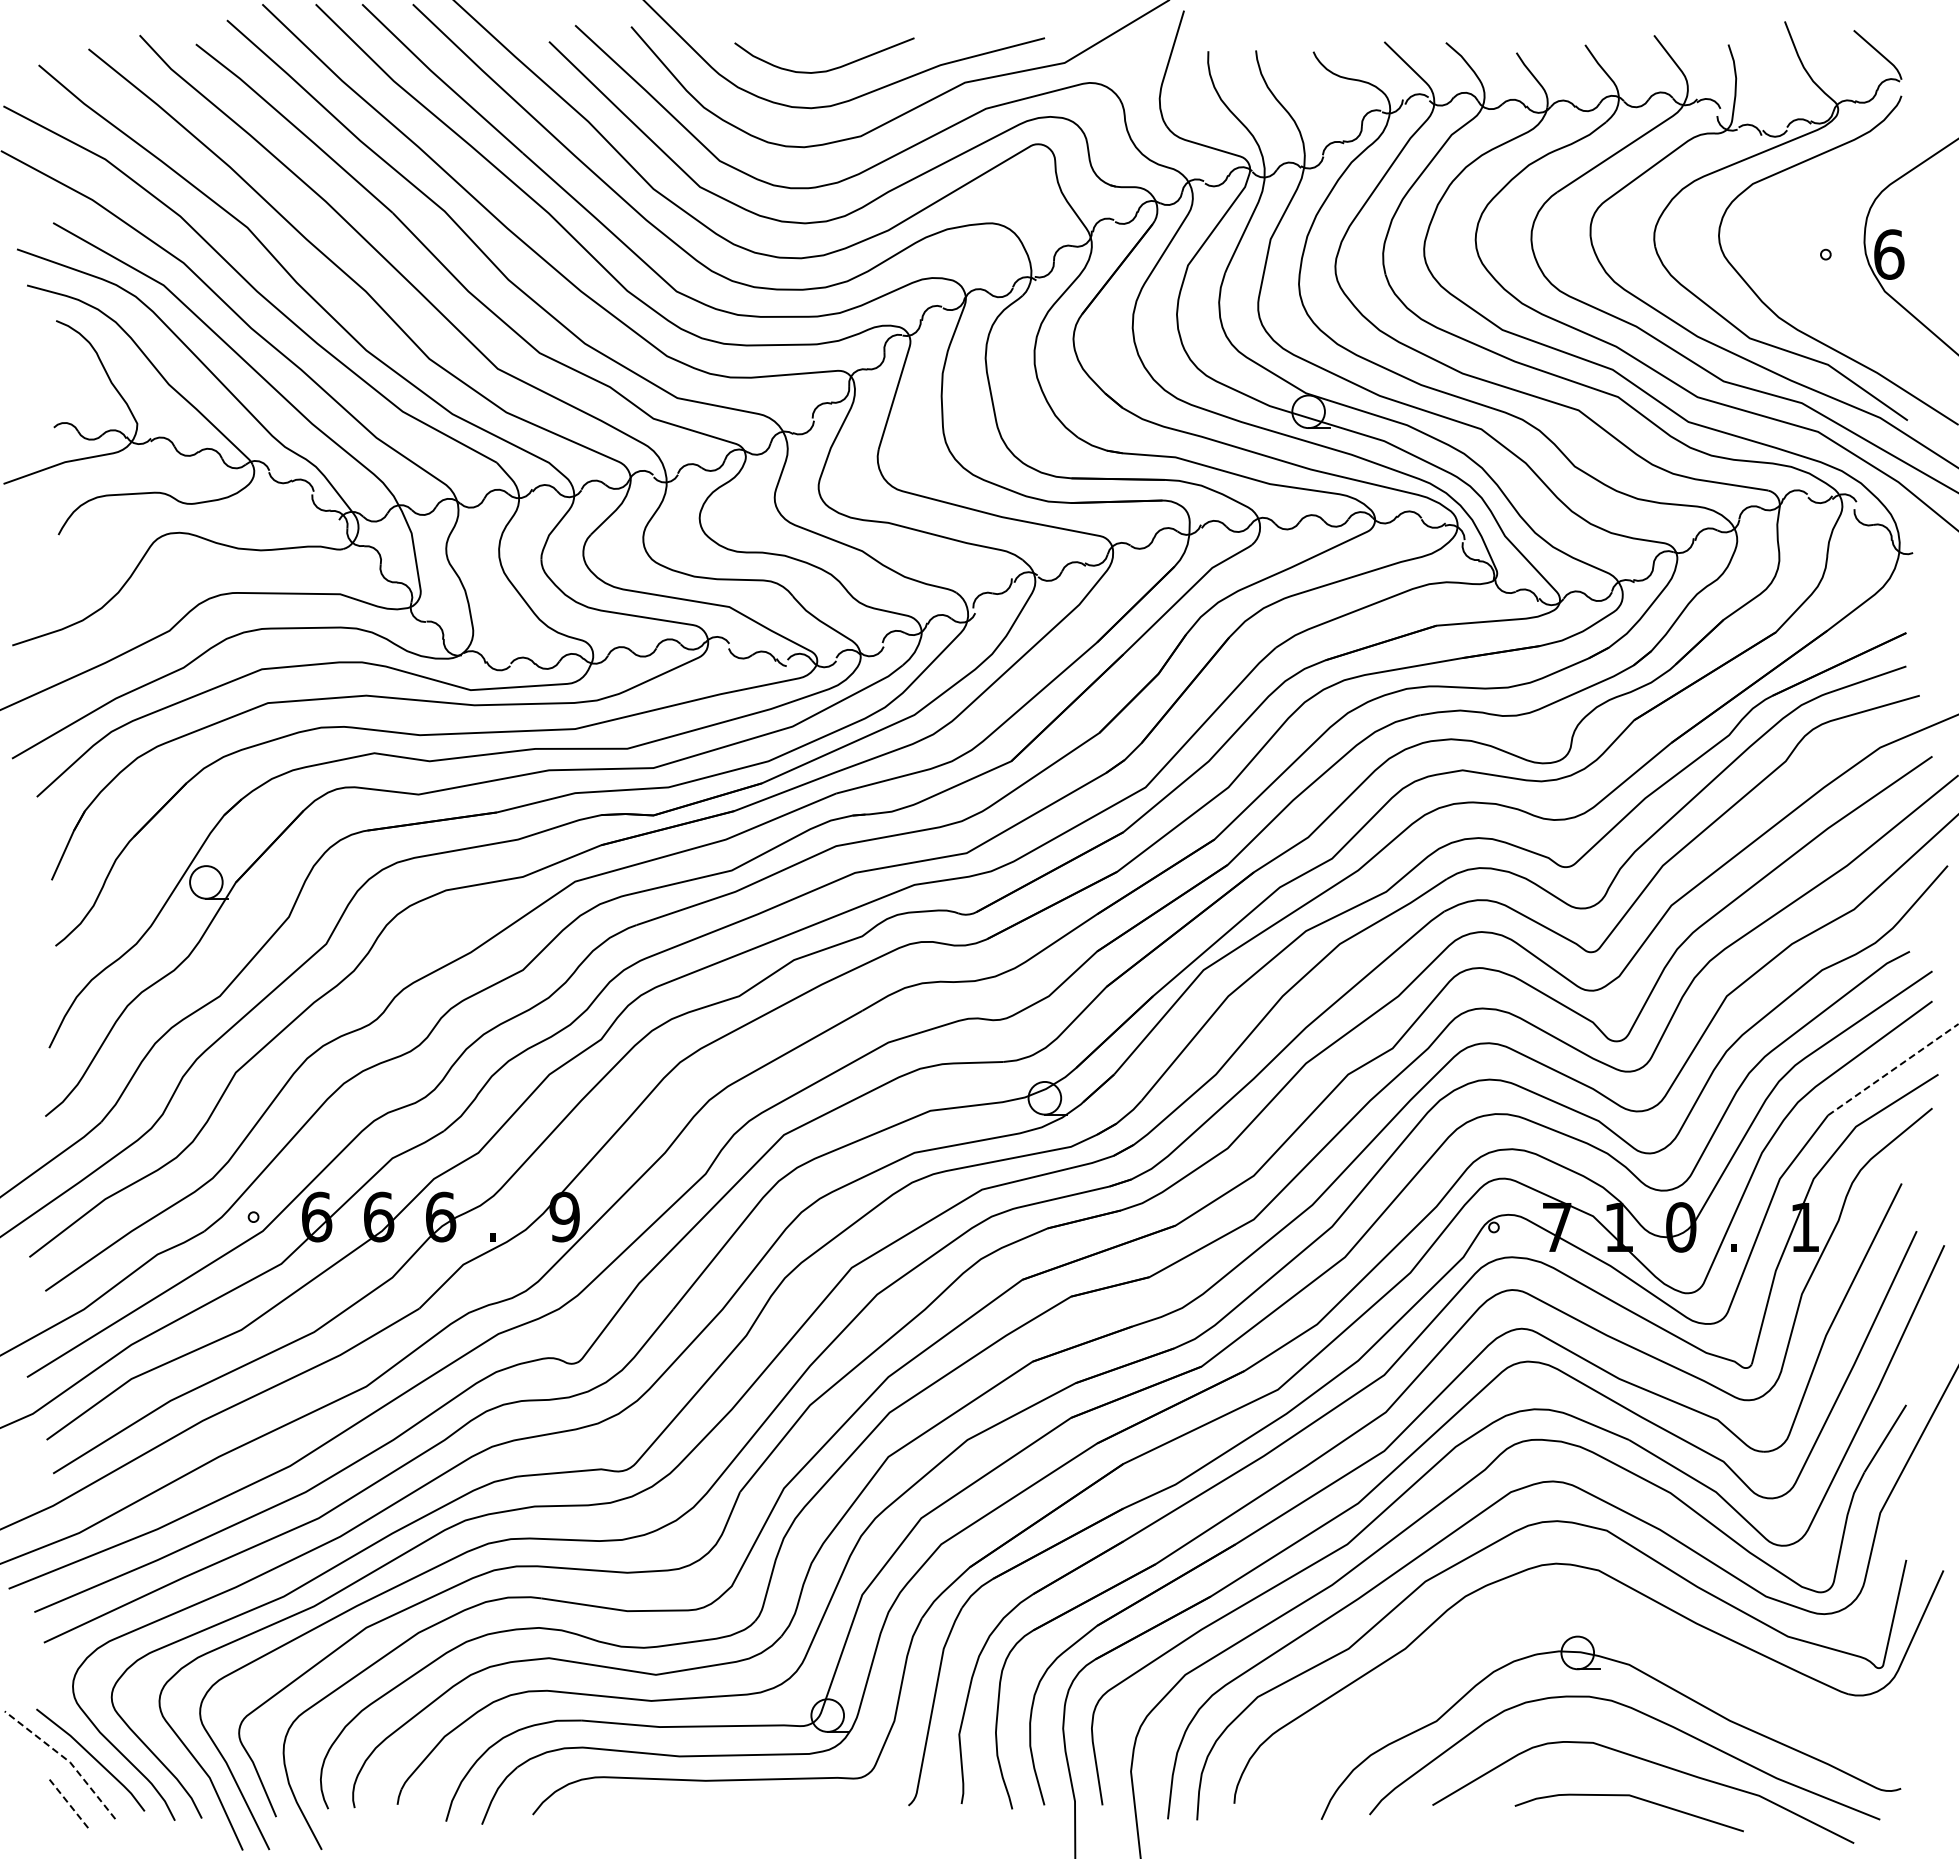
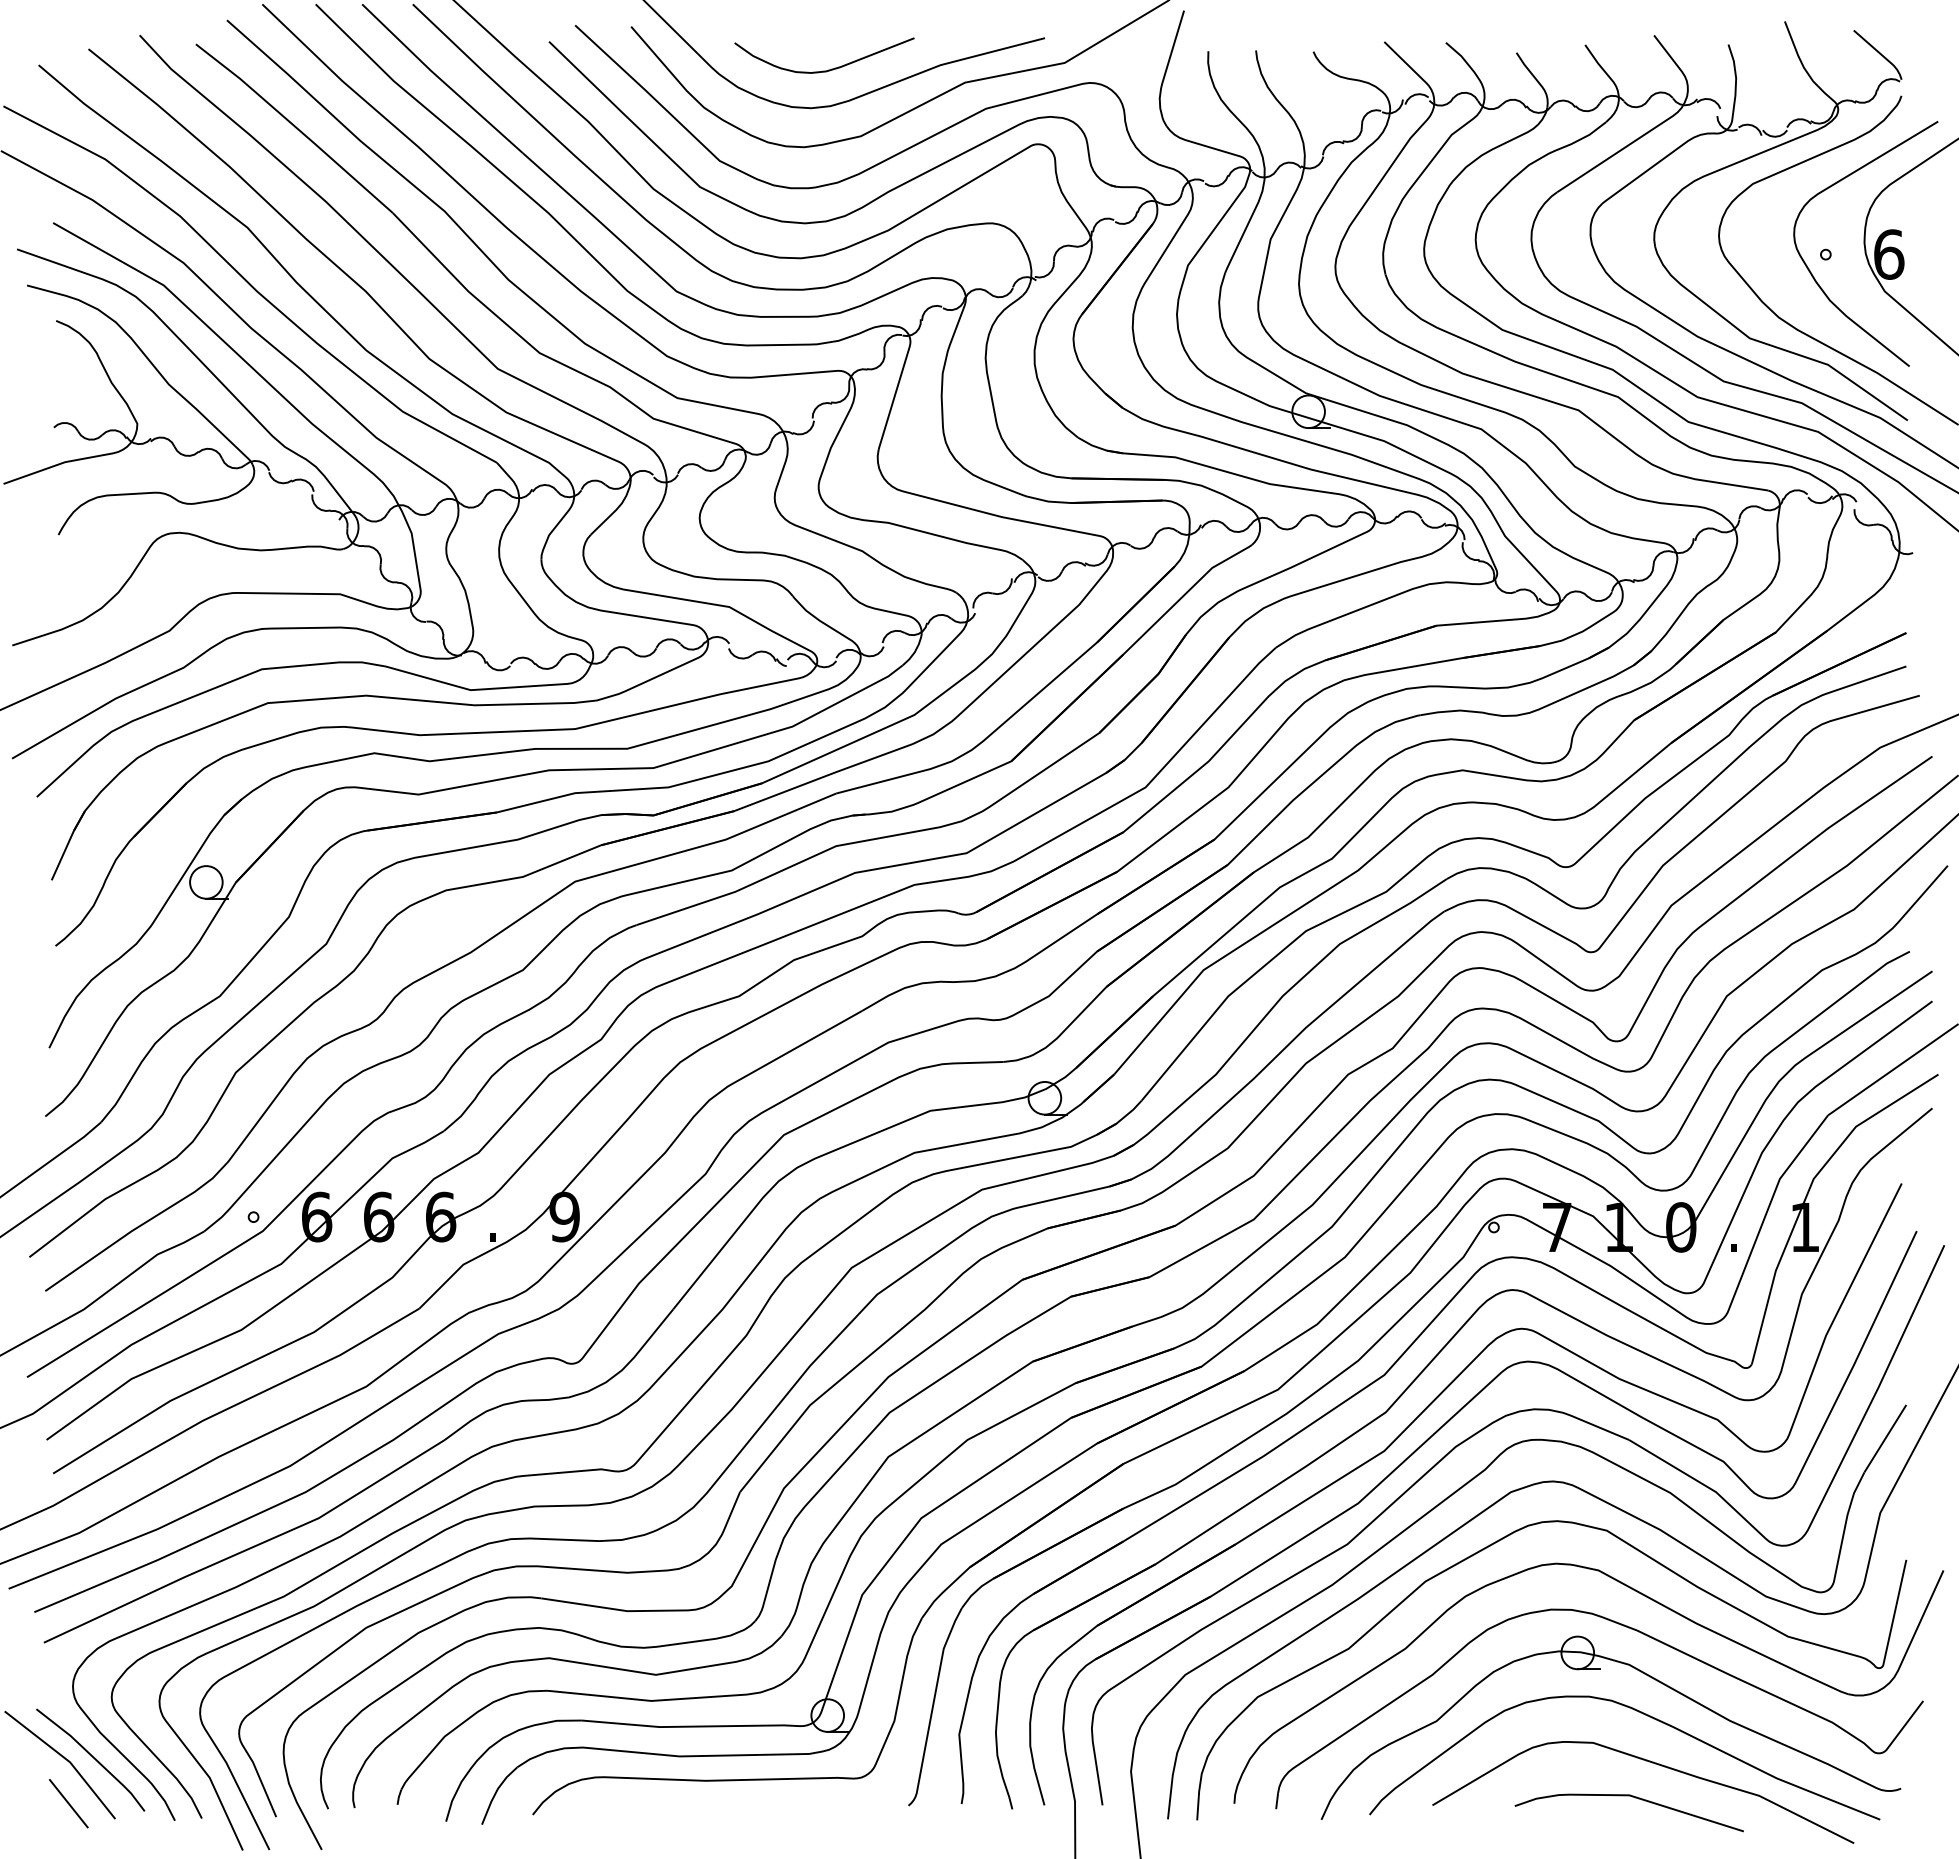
curve at (1812, 273): none -> present
line at (1893, 1069): dashed -> solid
part at (1633, 1630): none -> present
line at (66, 1759): dashed -> solid
line at (68, 1803): dashed -> solid
